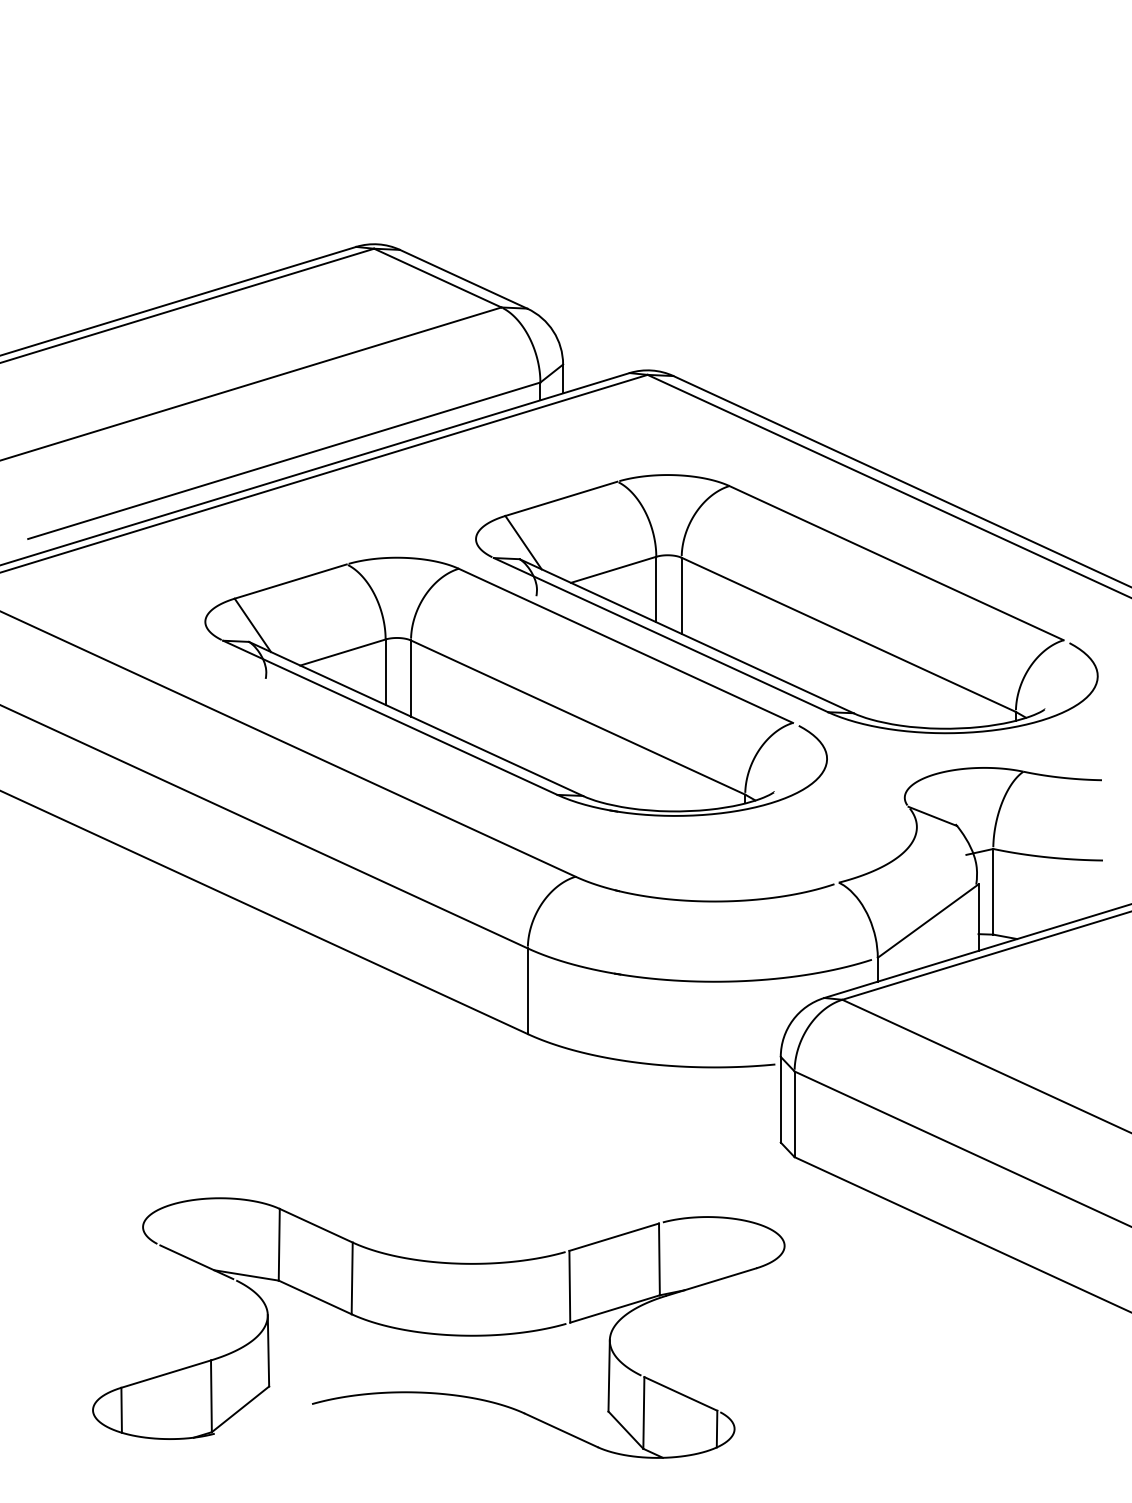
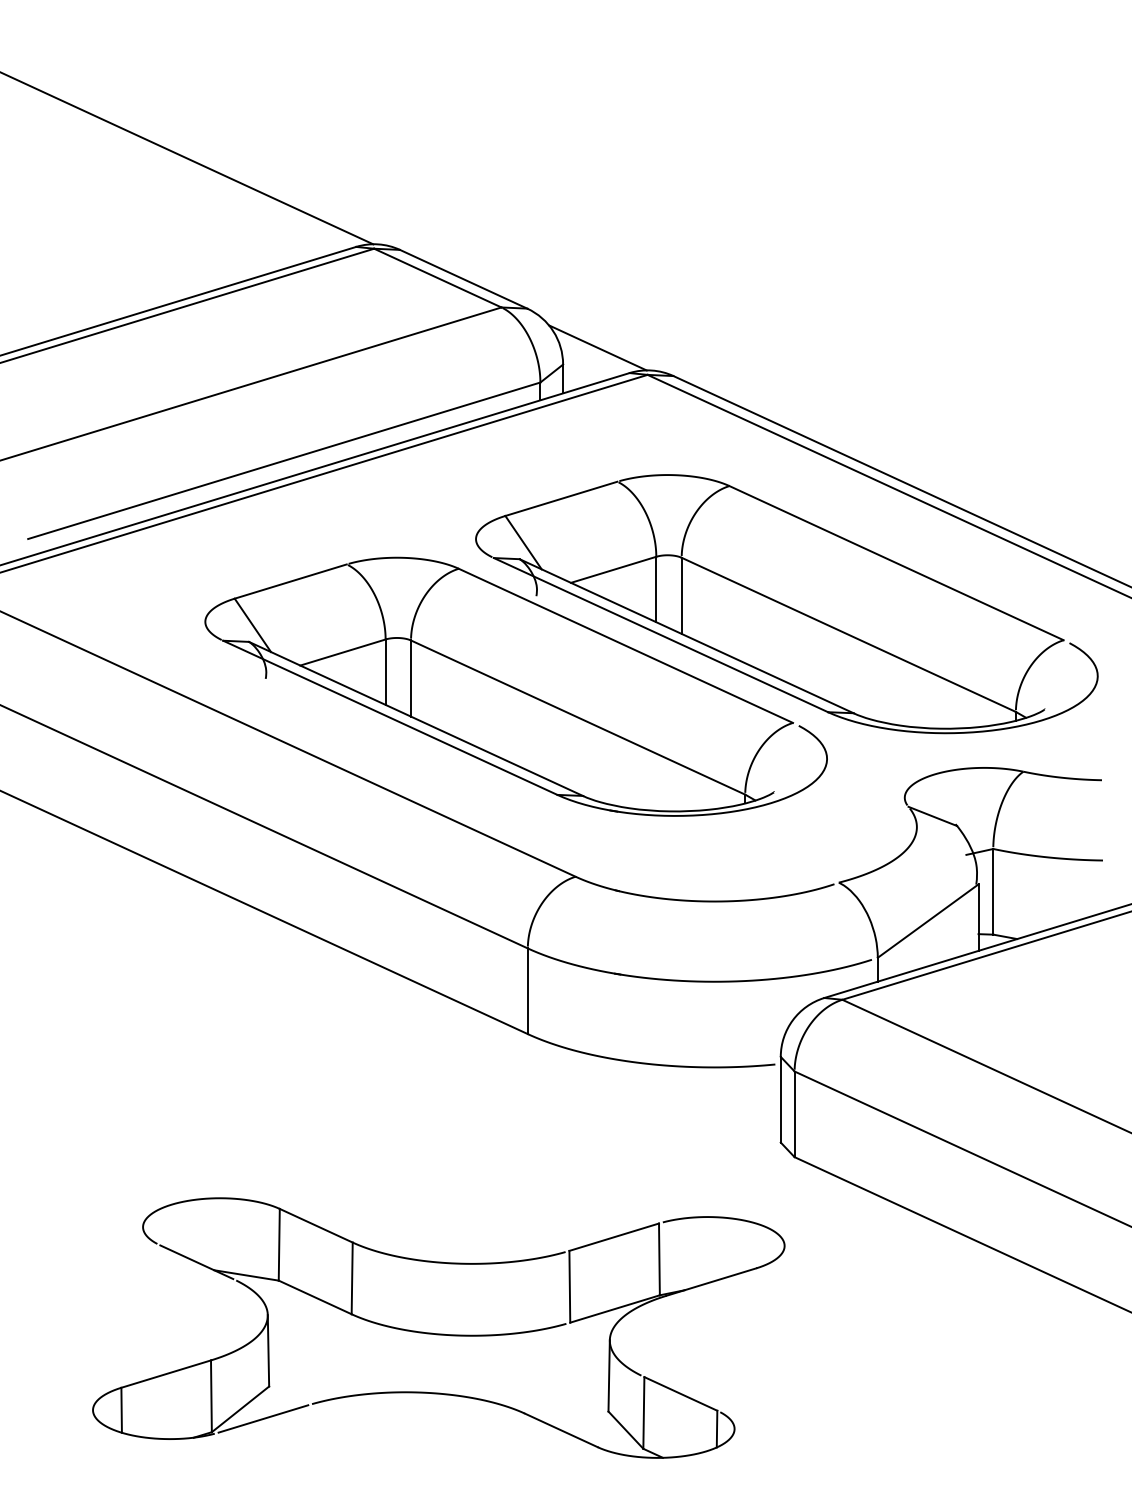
line at (187, 158): none -> present
line at (597, 347): none -> present
line at (263, 1418): none -> present
